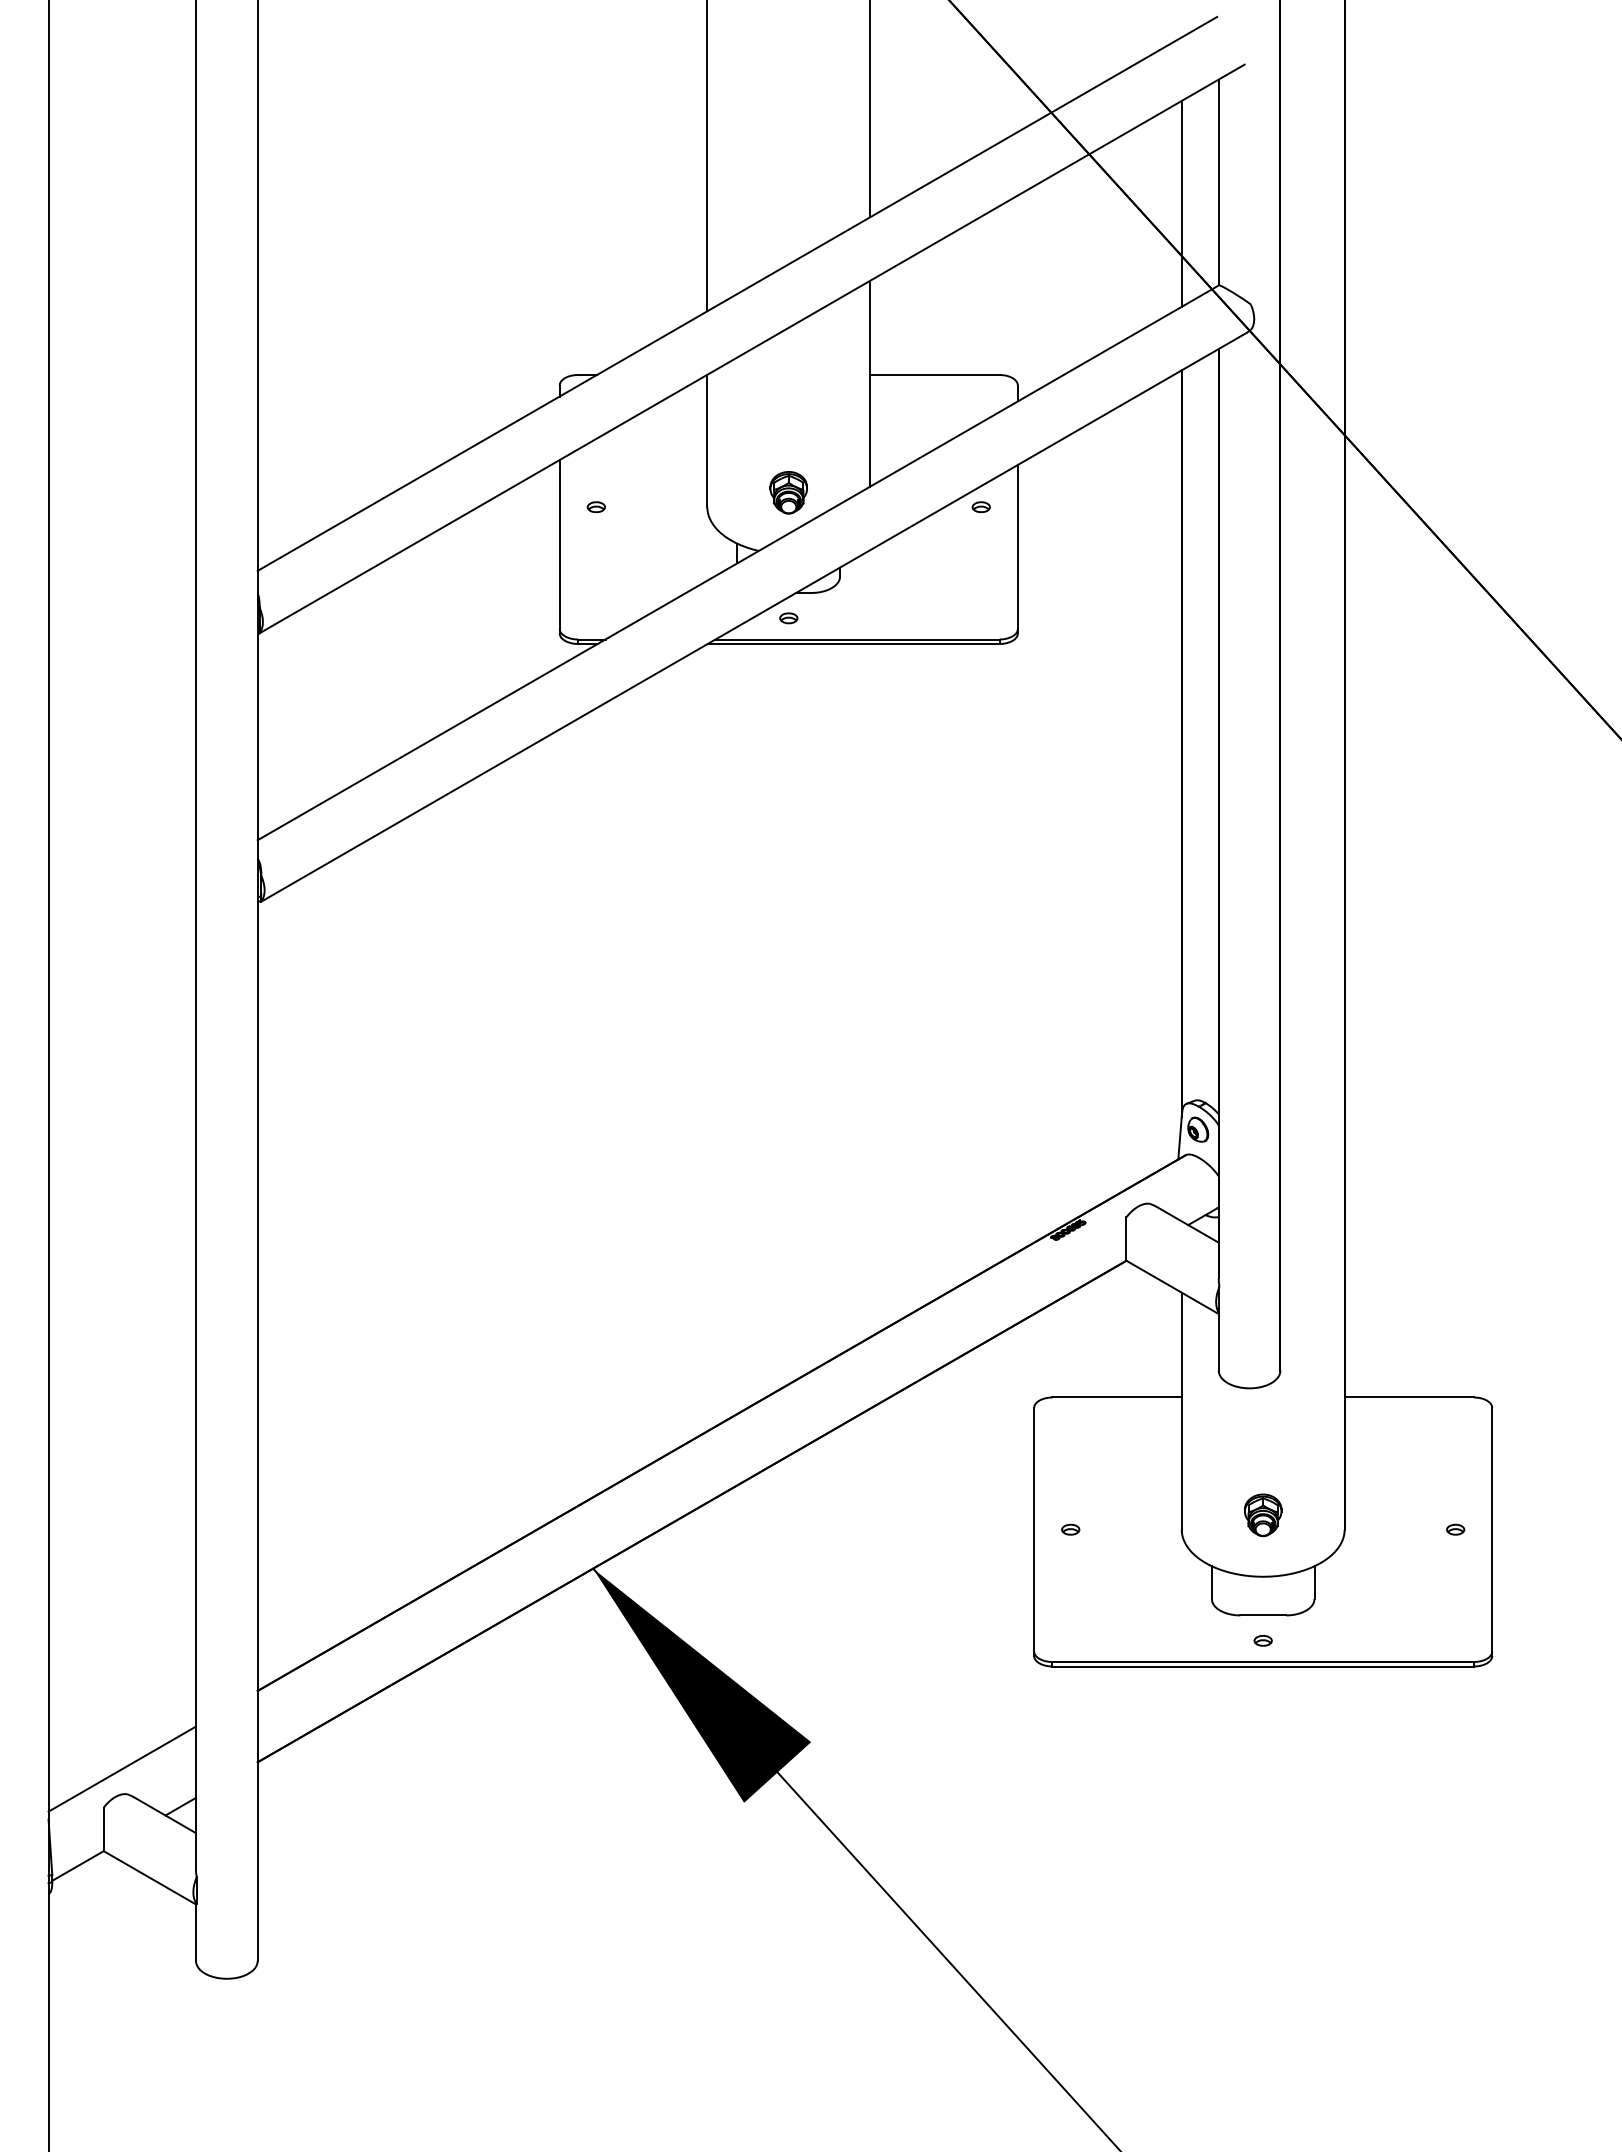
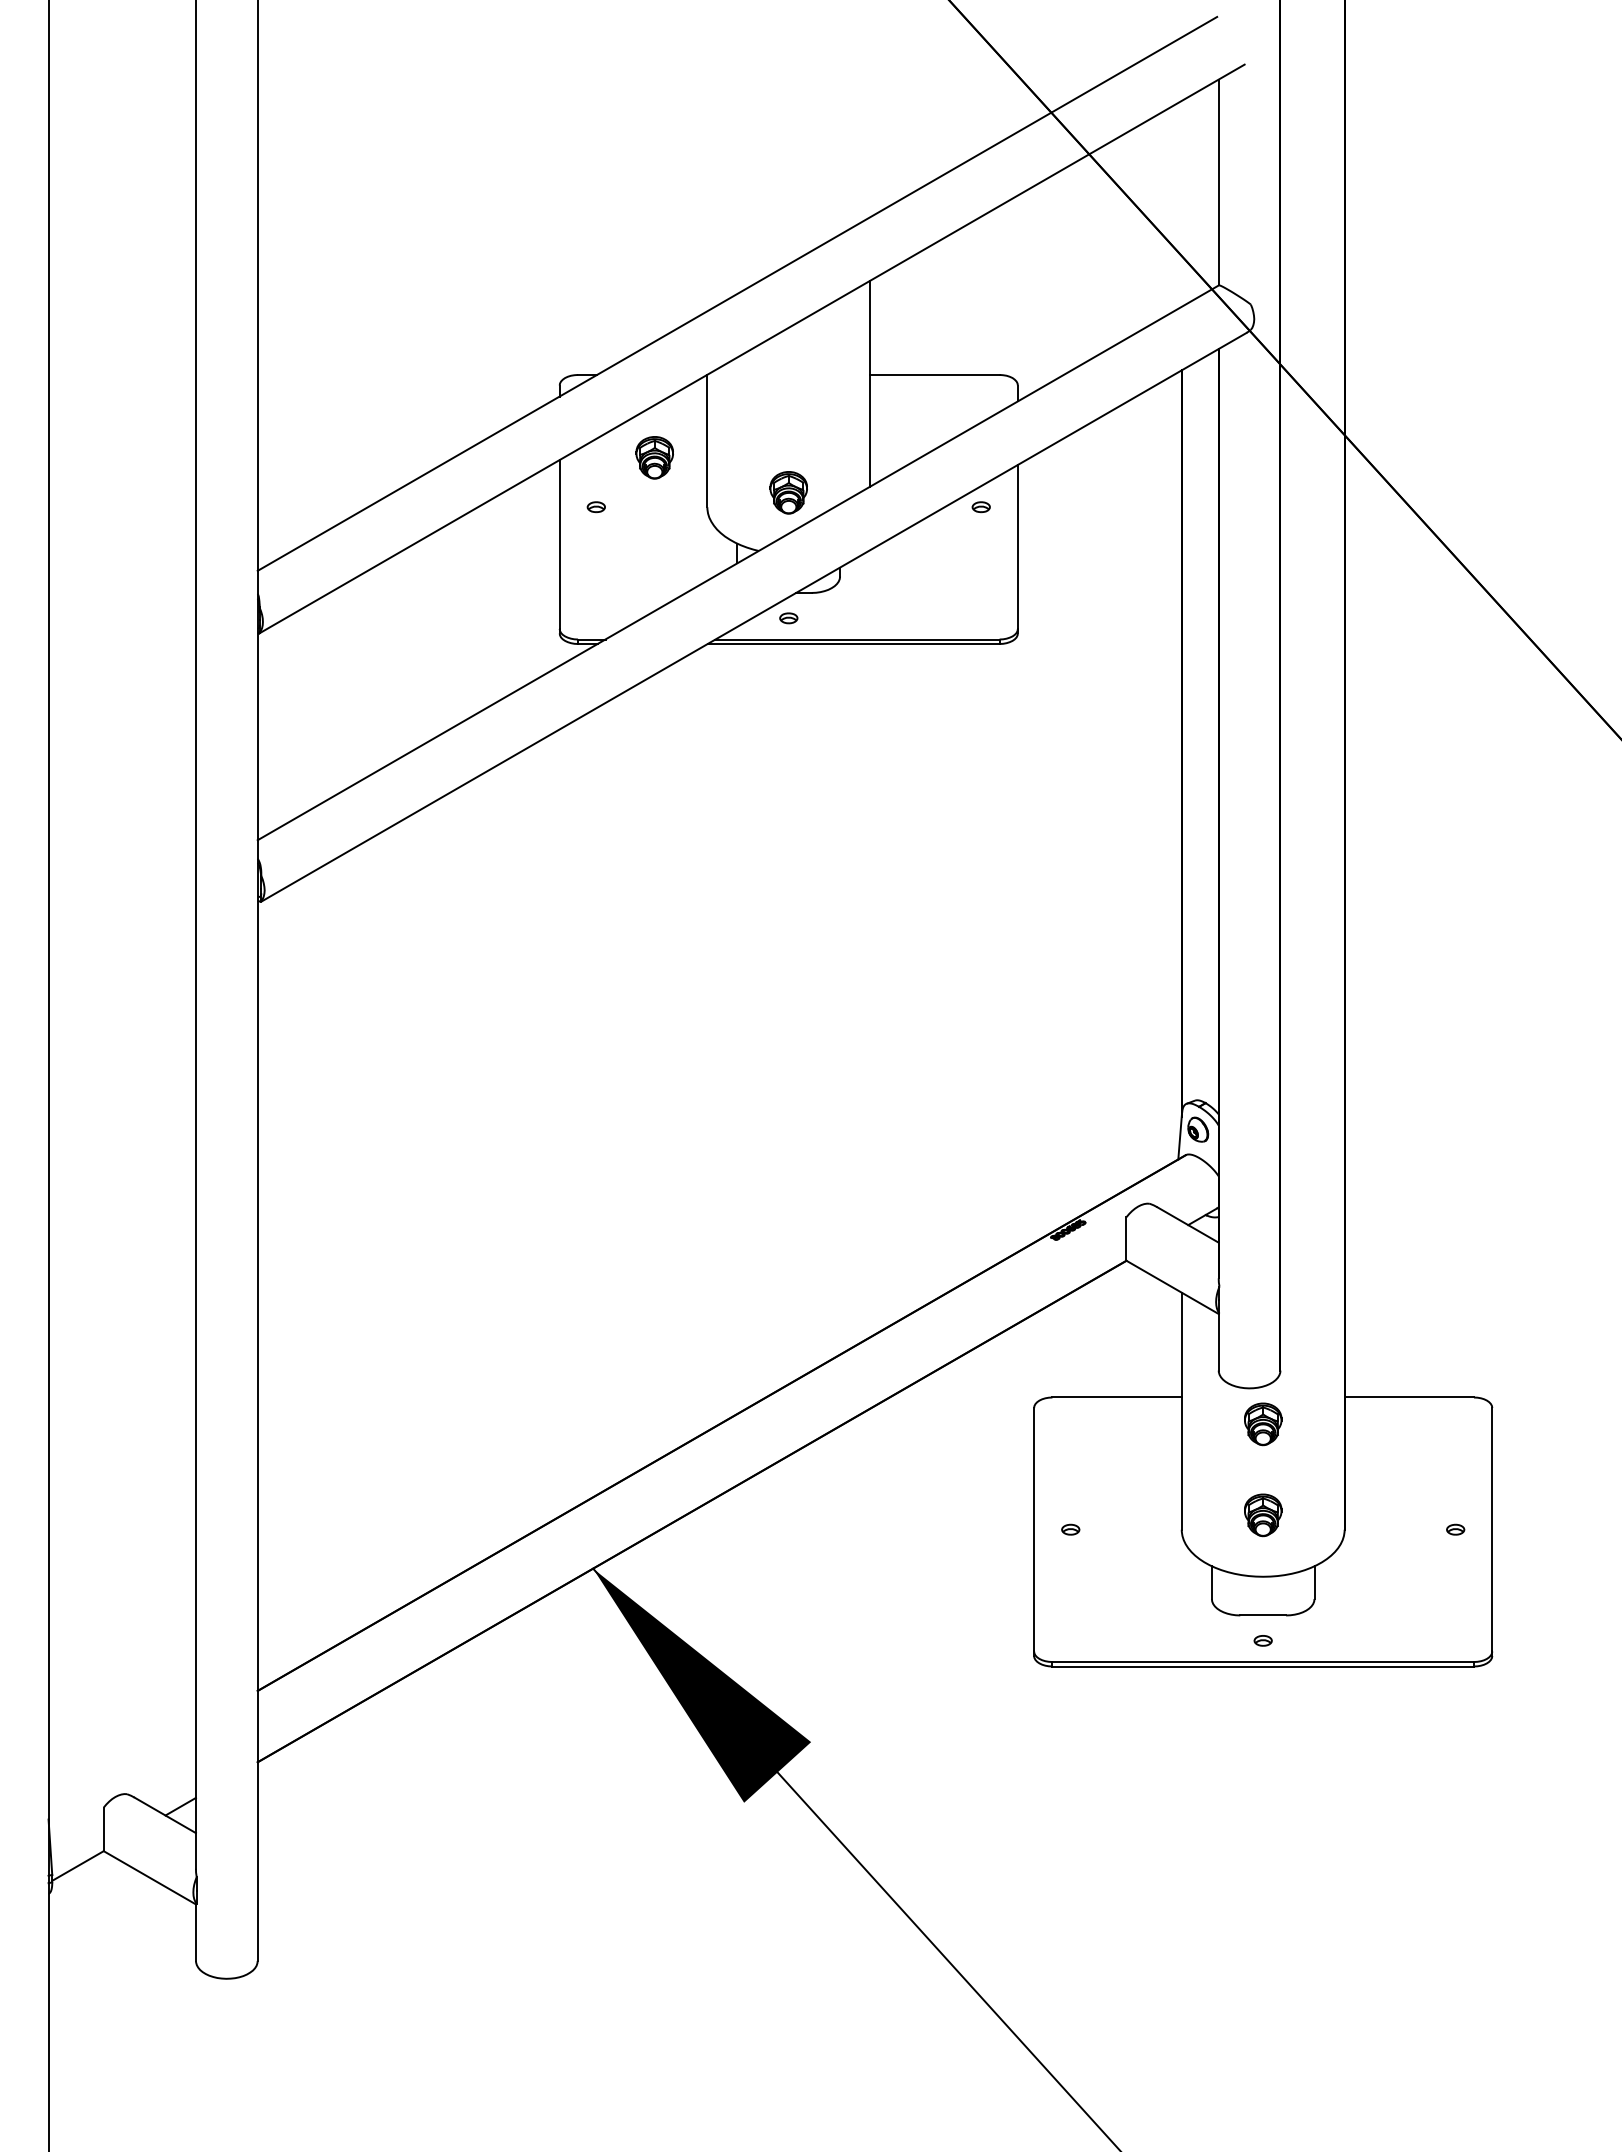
line at (870, 109): present -> none
line at (707, 156): present -> none
line at (1181, 203): present -> none
part at (654, 457): none -> present
part at (1263, 1424): none -> present
line at (121, 1768): present -> none
